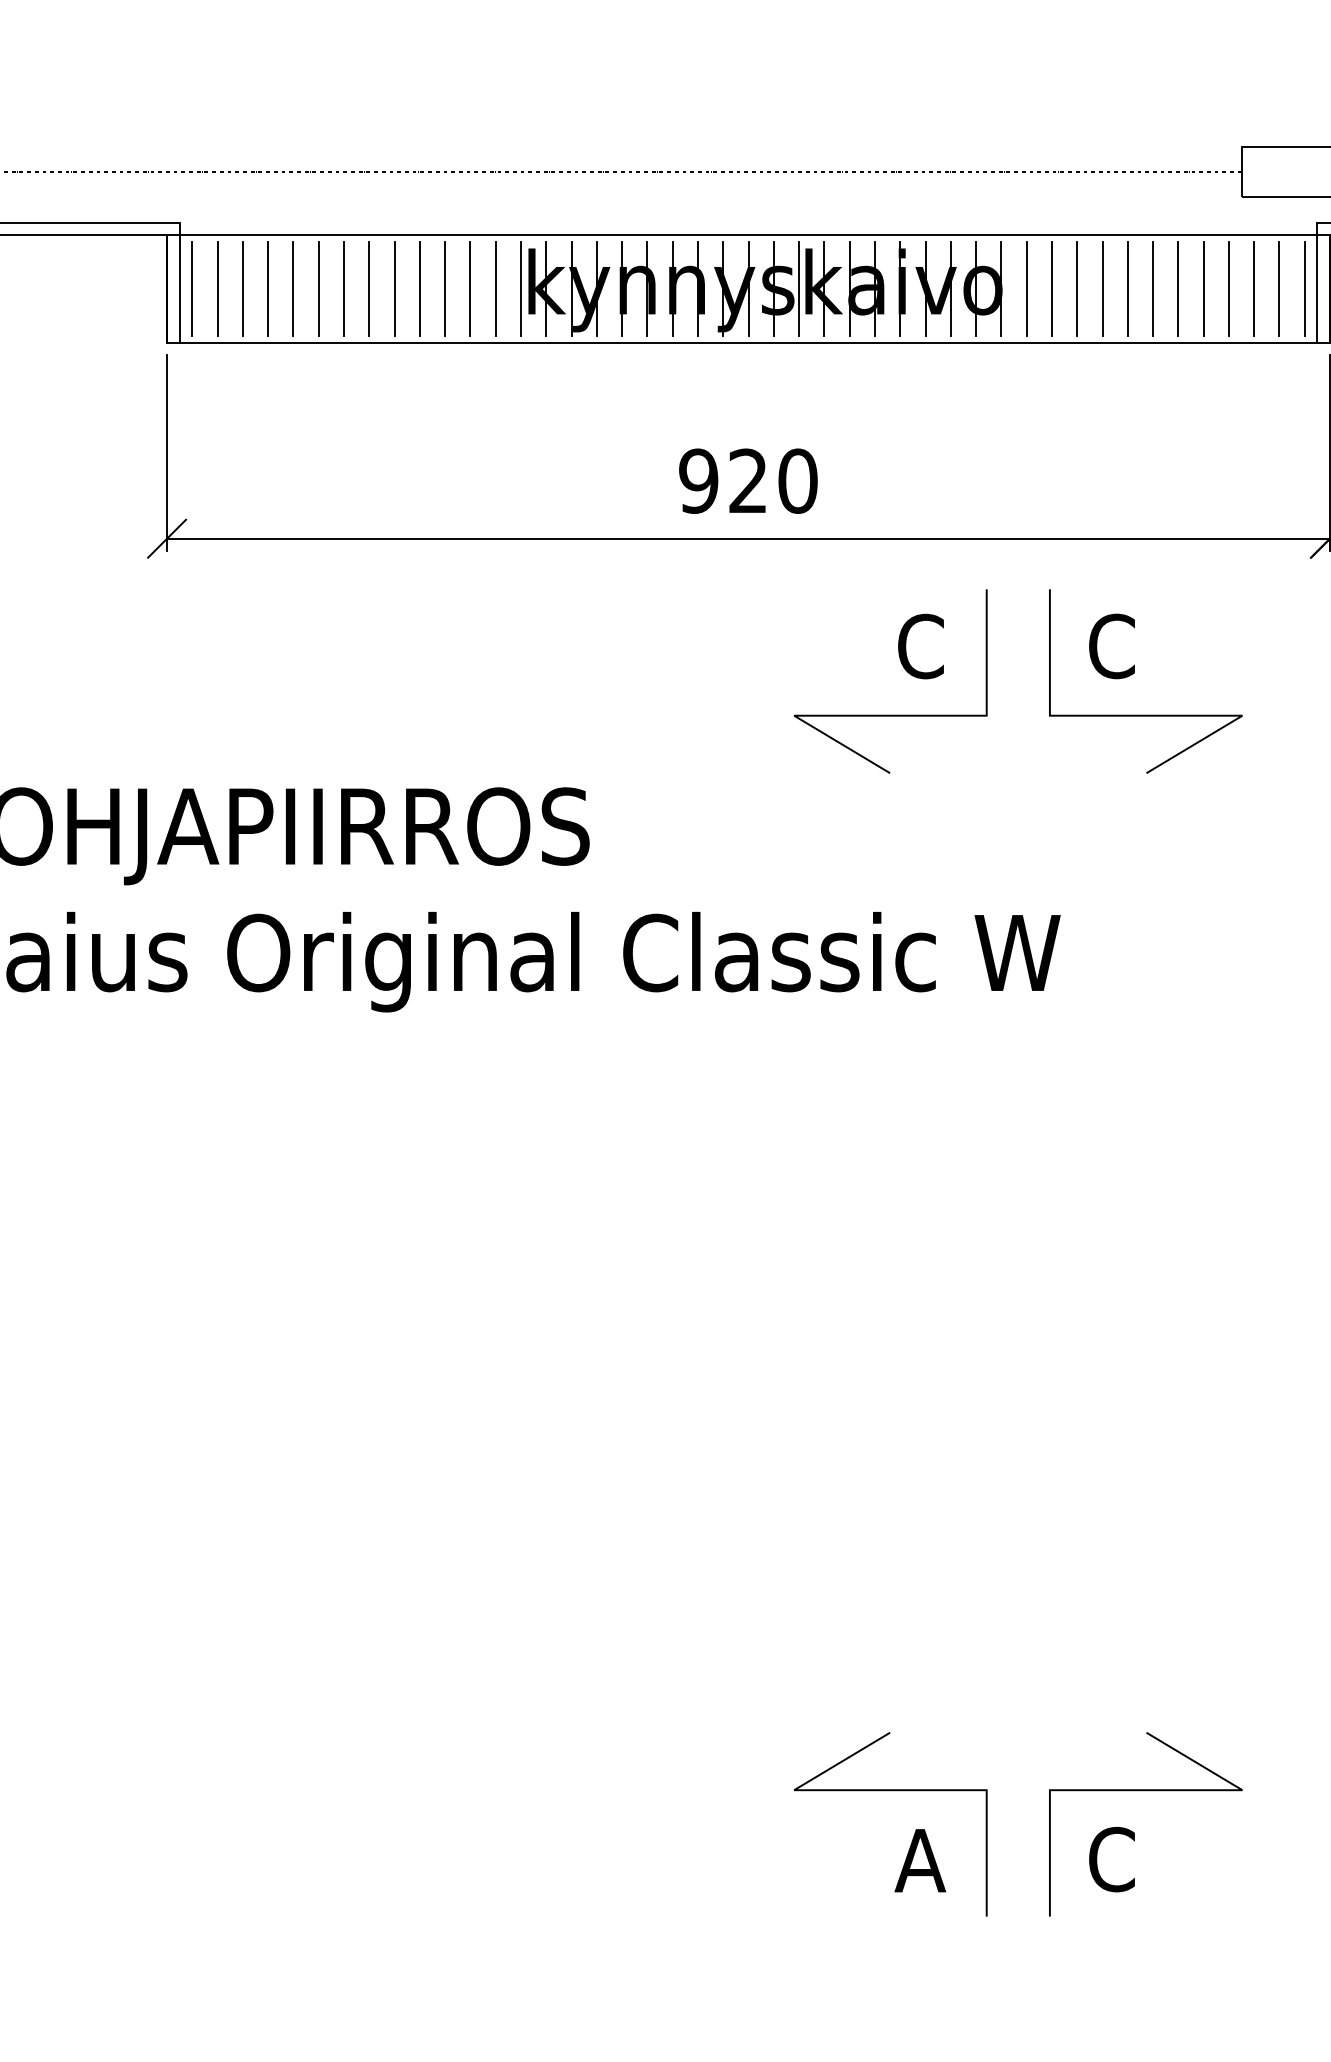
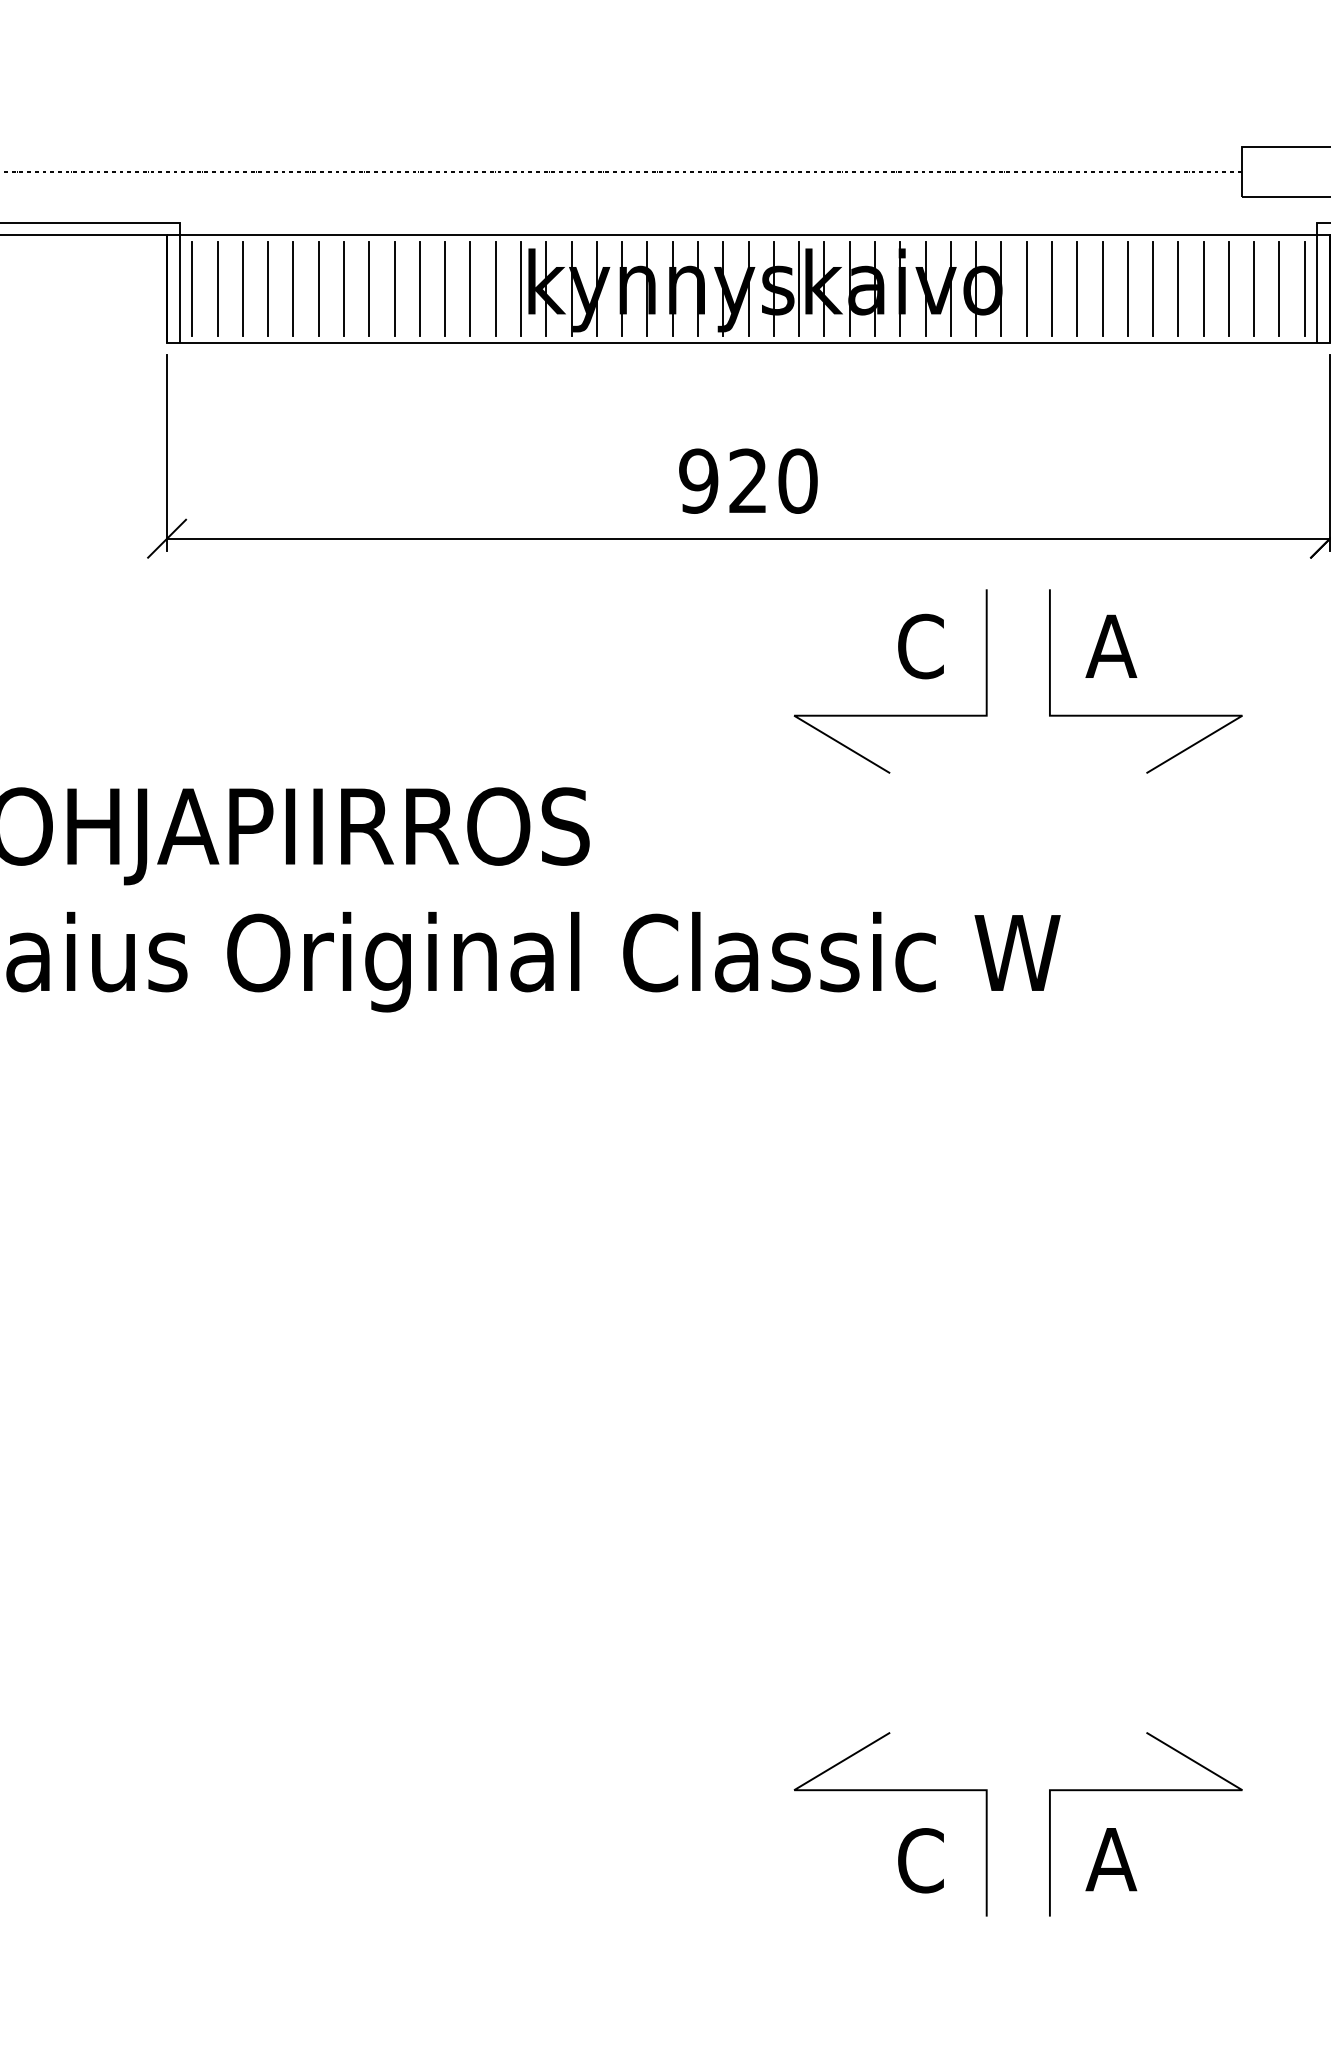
text at (1111, 646): C -> A
text at (1111, 1859): C -> A
text at (920, 1860): A -> C
